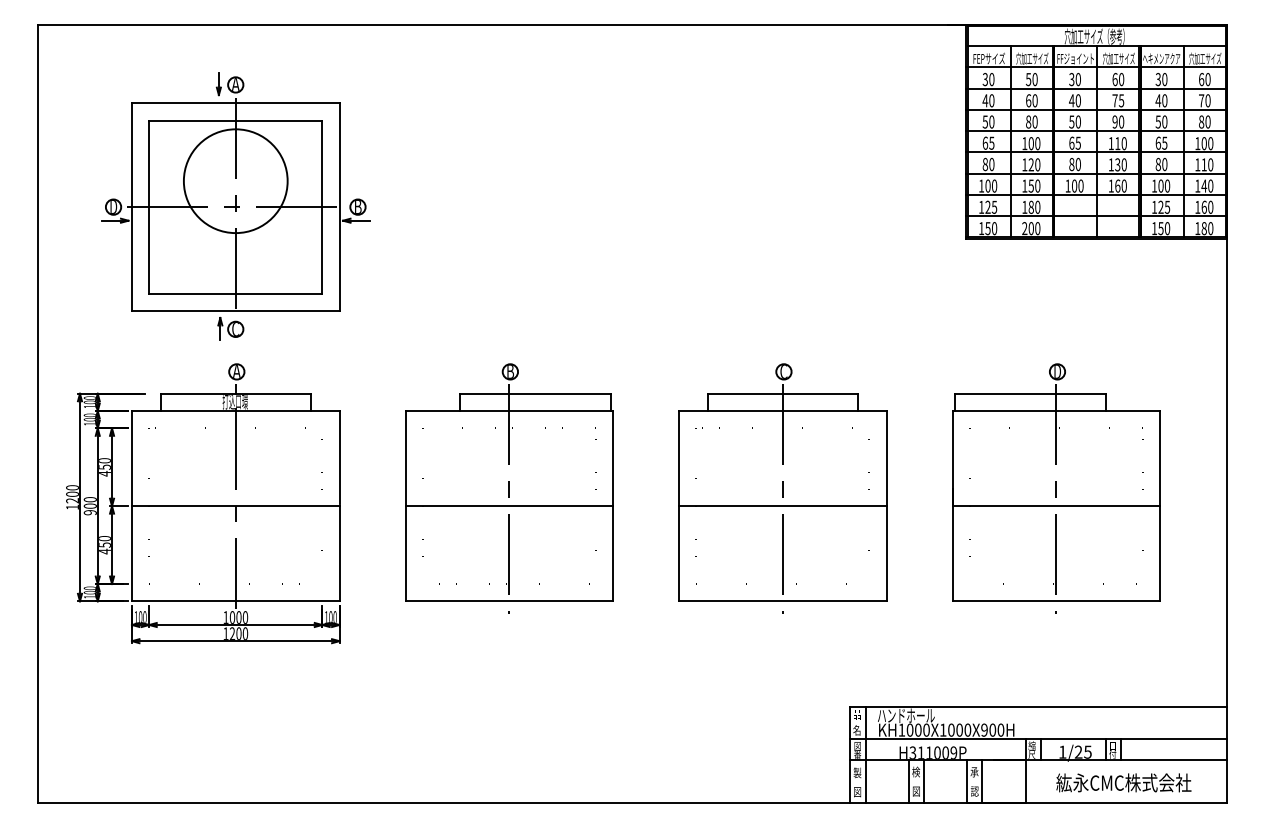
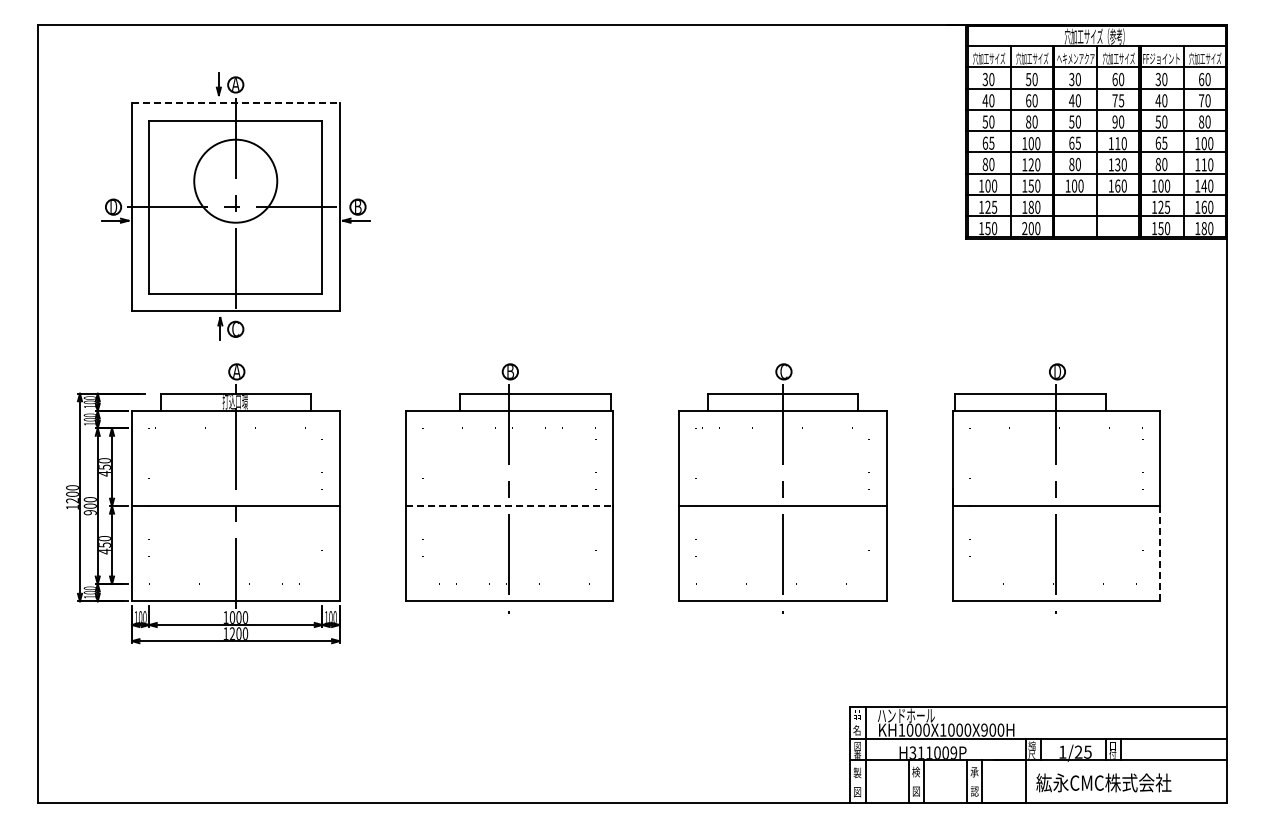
text at (988, 58): FEPサイズ -> 穴加工サイズ
text at (1075, 58): FFジョイント -> ヘキメンアクア
text at (1161, 58): ヘキメンアクア -> FFジョイント
line at (235, 103): solid -> dashed
circle at (235, 181) diameter: 104 px -> 83 px
line at (509, 506): solid -> dashed
line at (1160, 553): solid -> dashed
text at (1123, 782) position: (1123, 782) -> (1103, 782)
